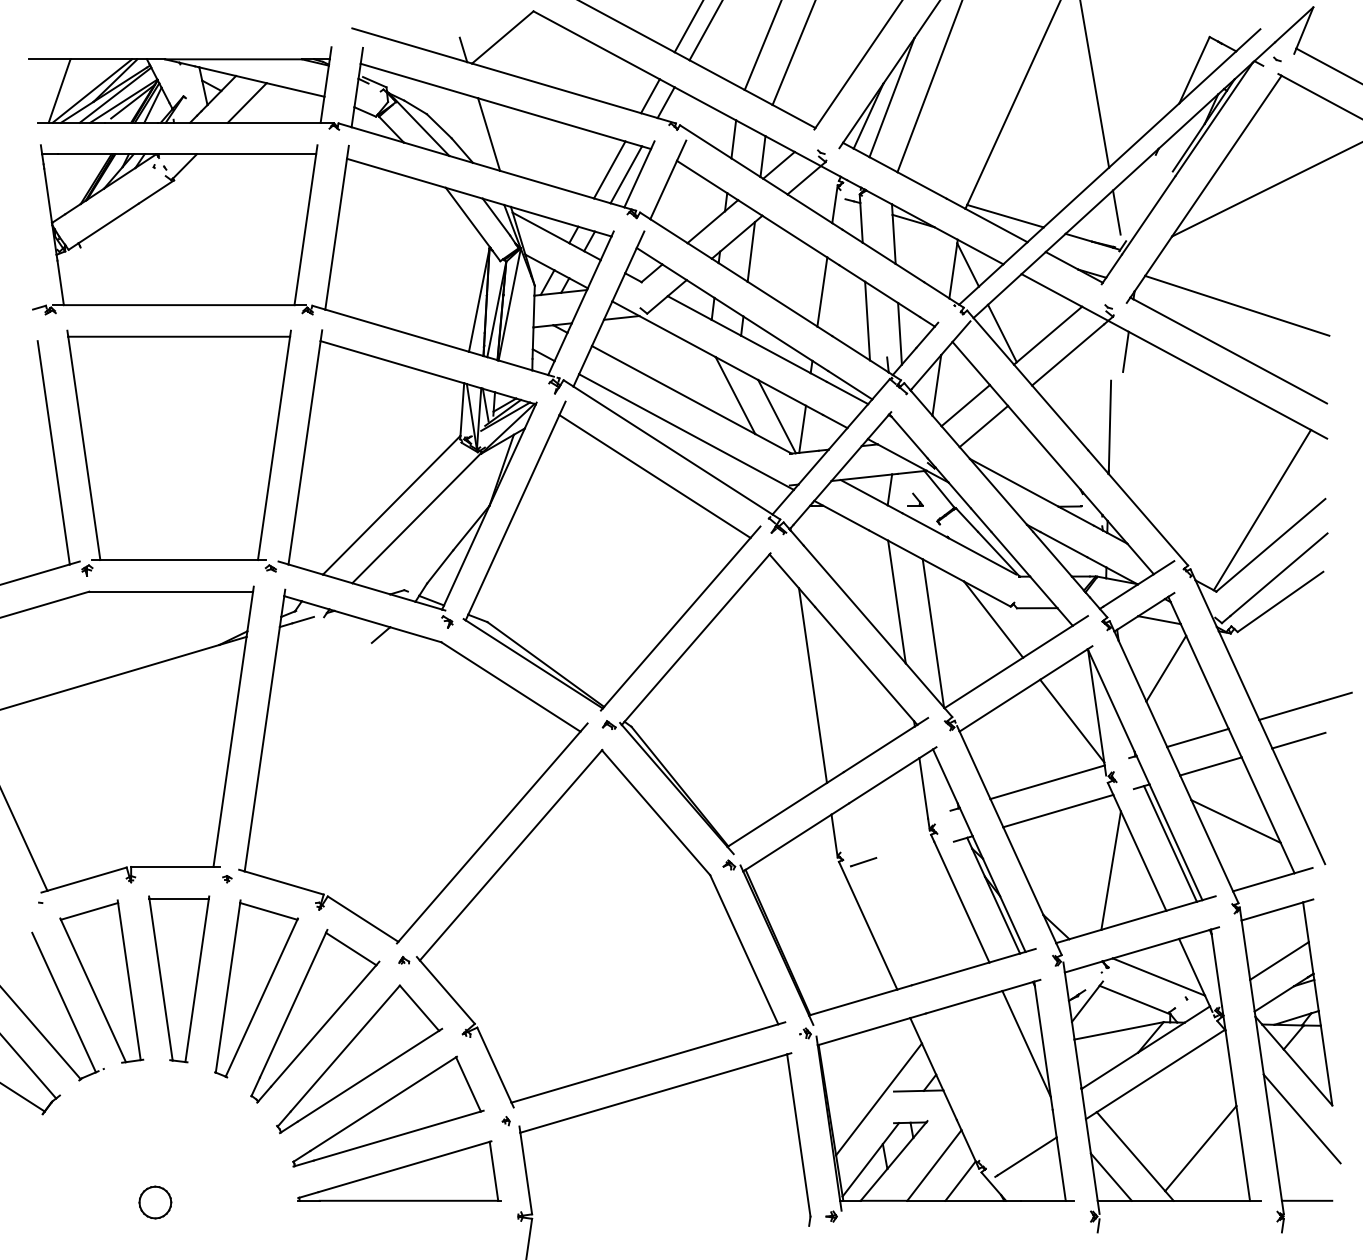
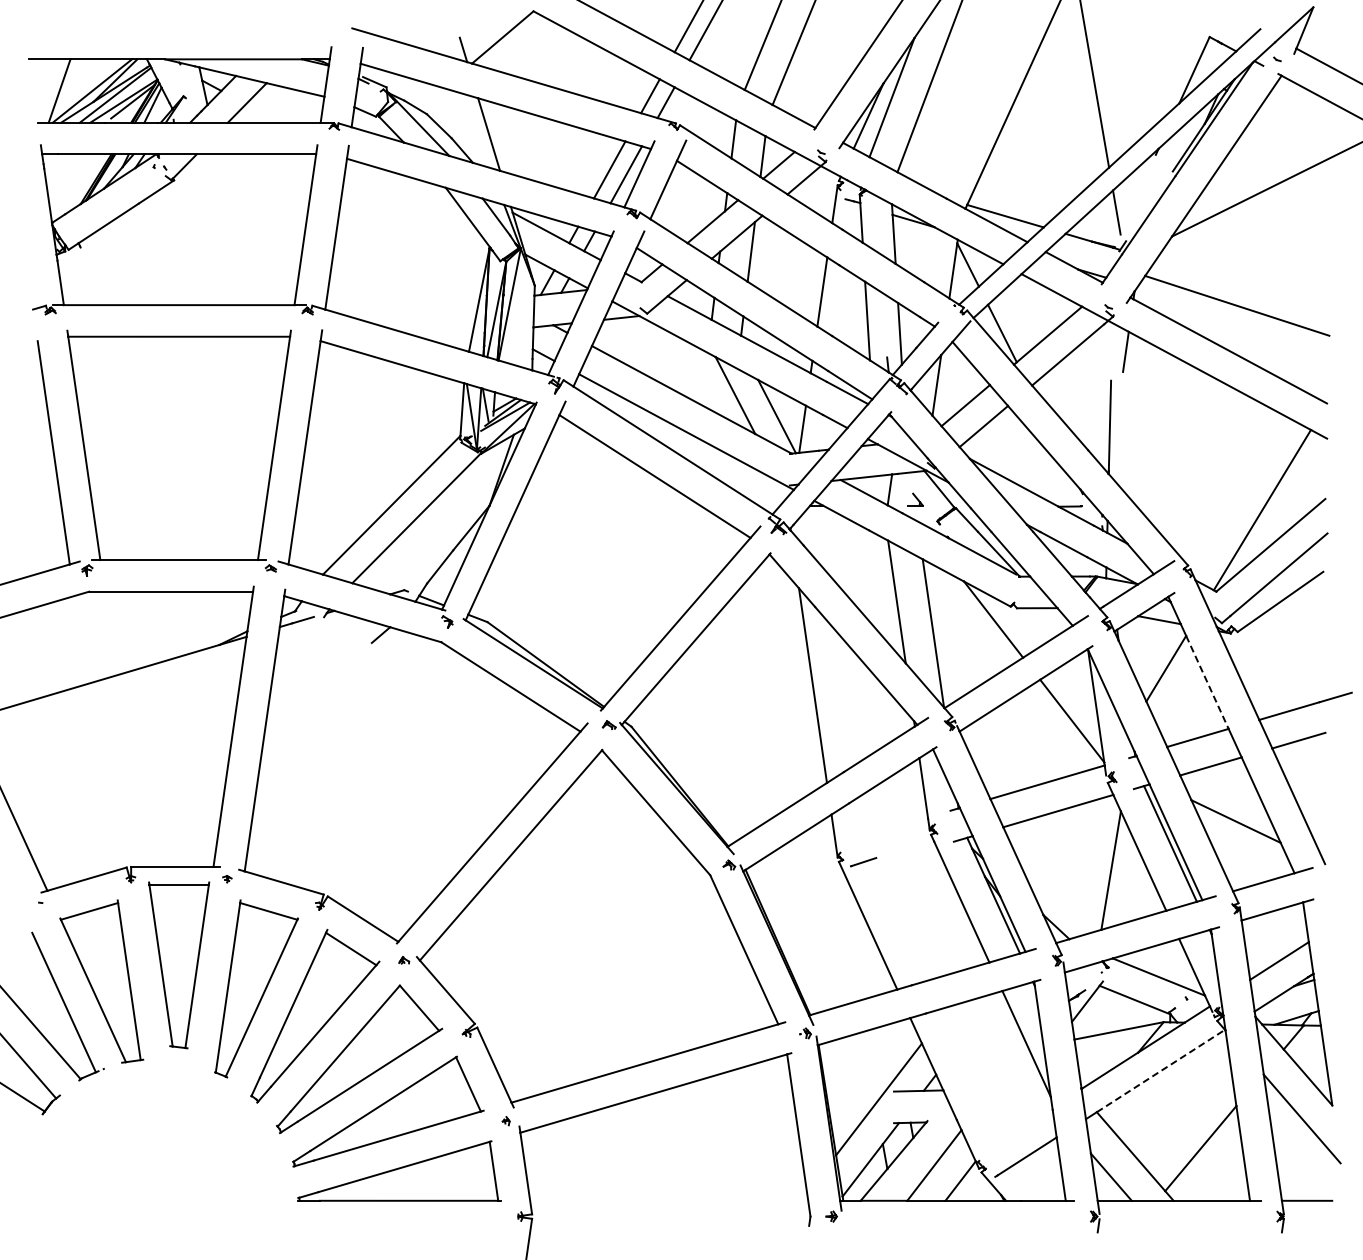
line at (1207, 682): solid -> dashed
part at (179, 979) position: (179, 979) -> (179, 965)
line at (1161, 1070): solid -> dashed
part at (155, 1202): present -> none
